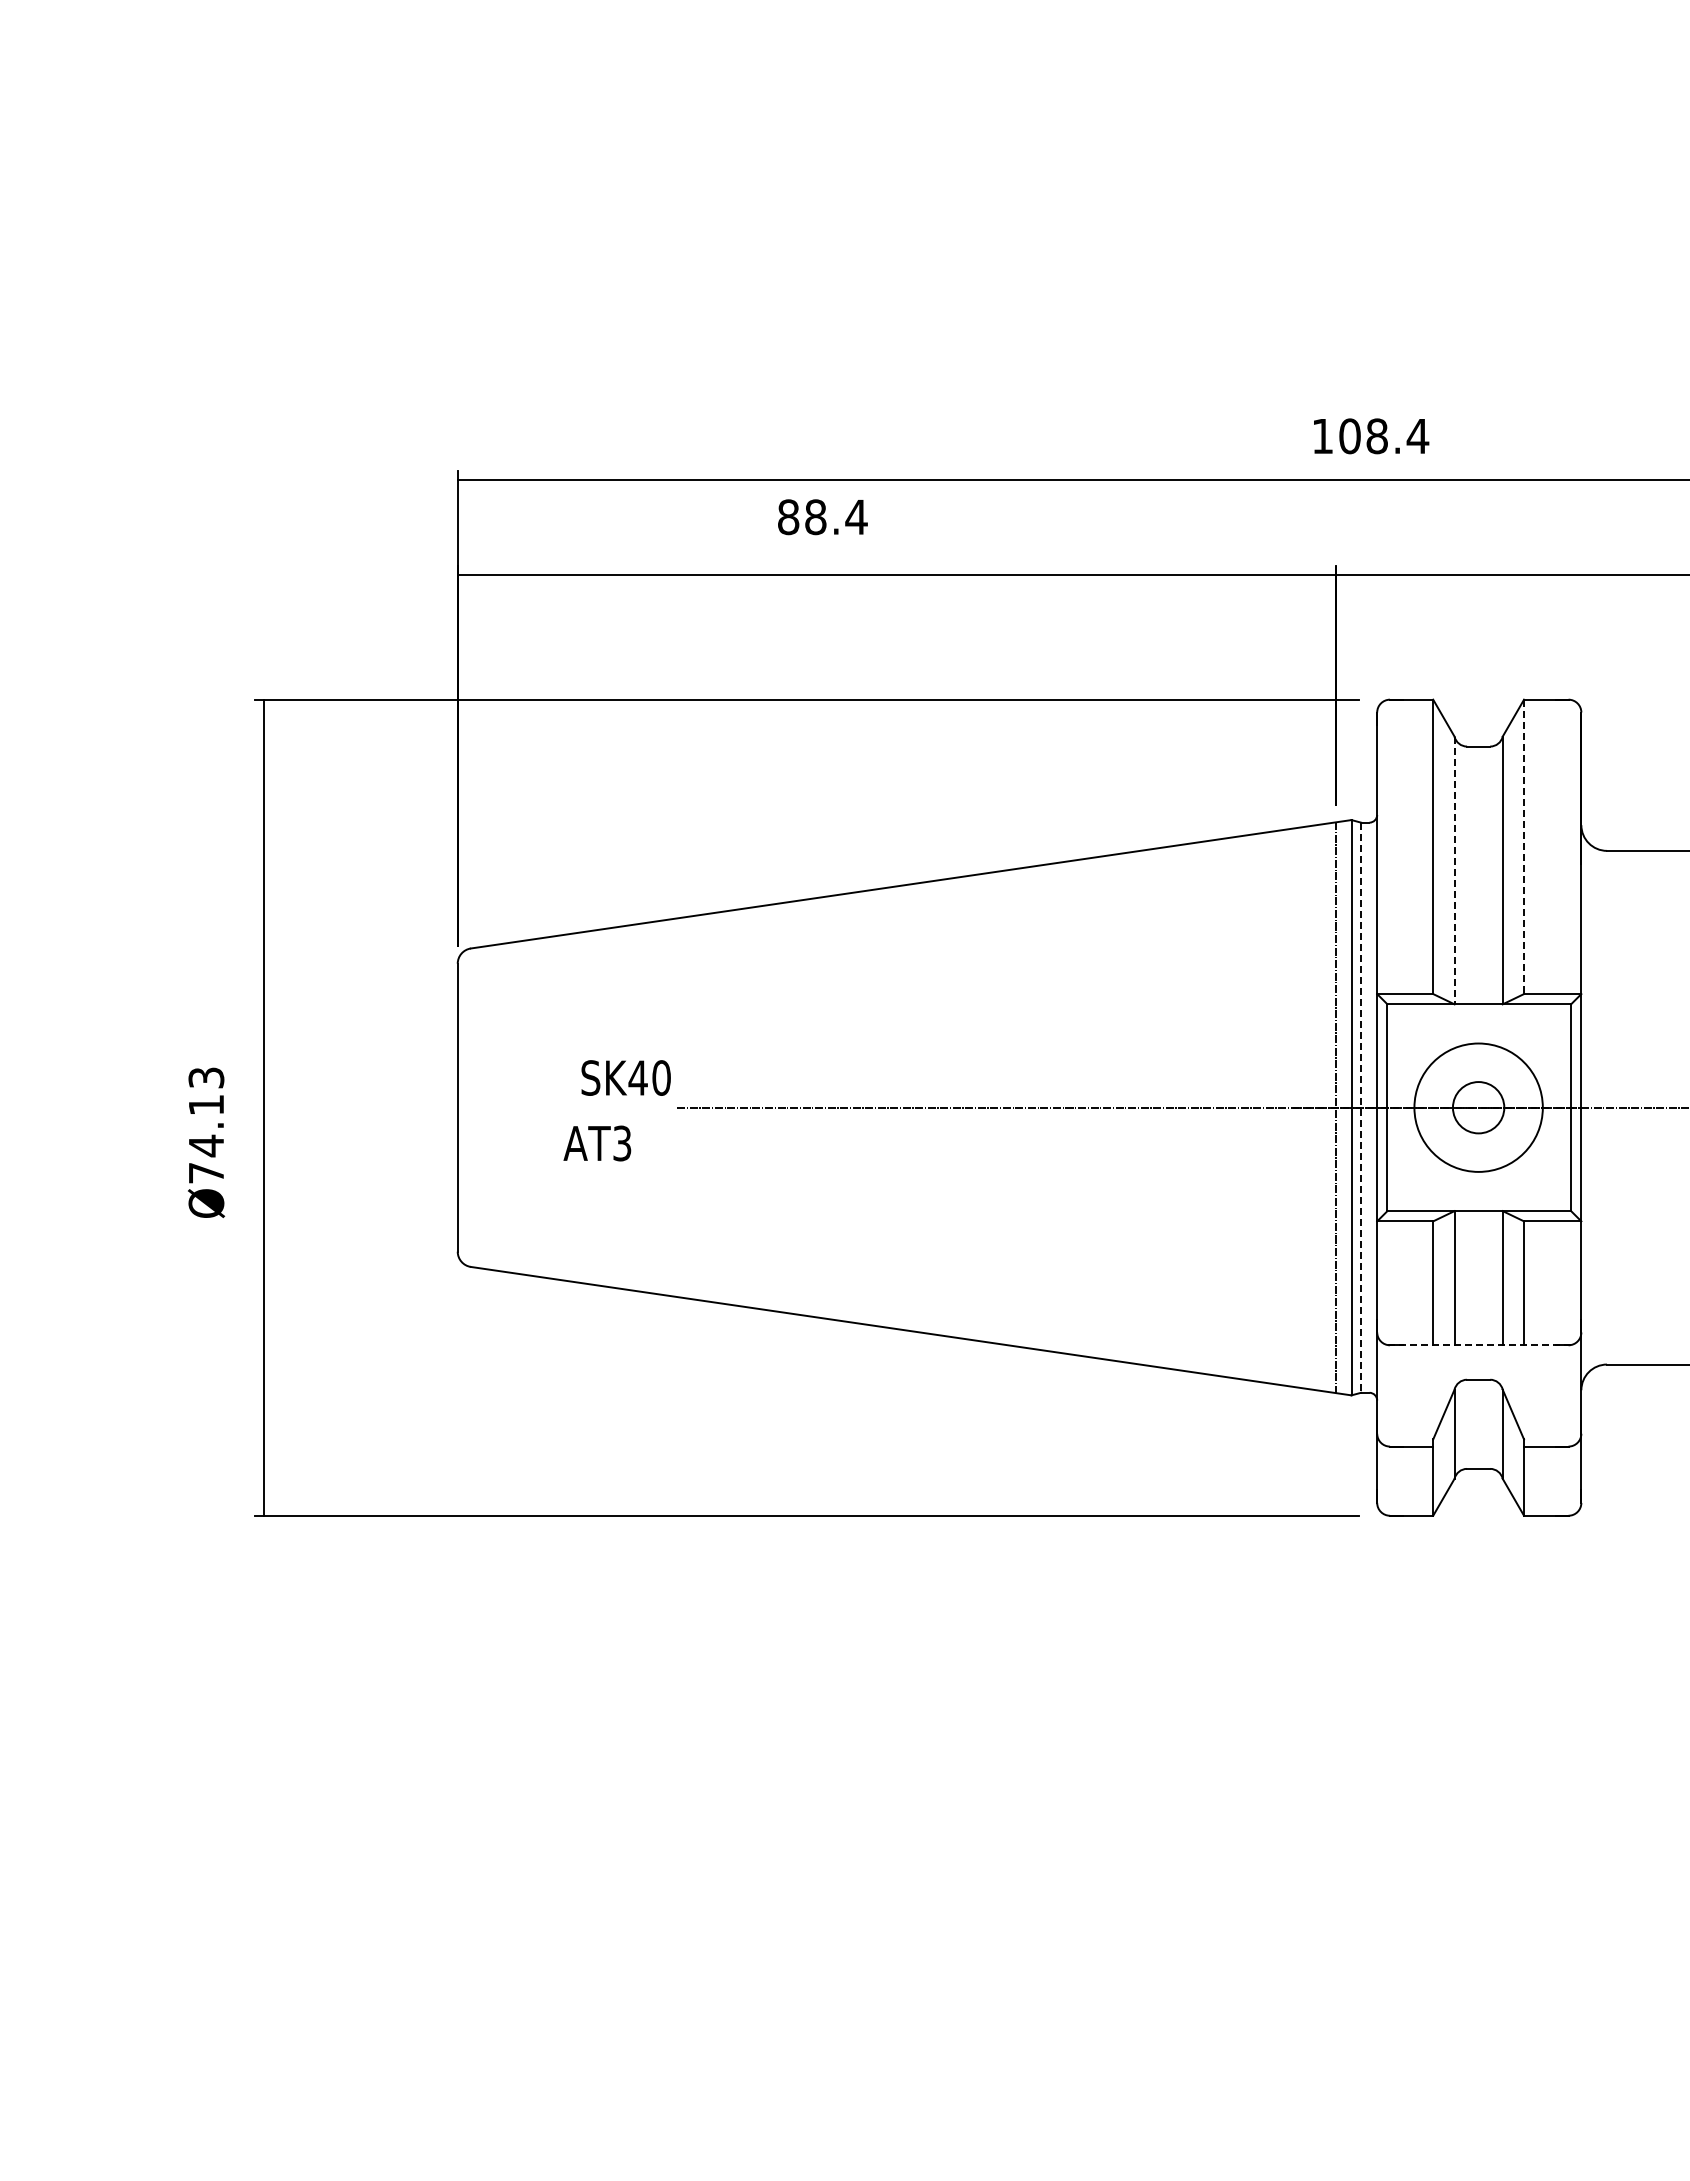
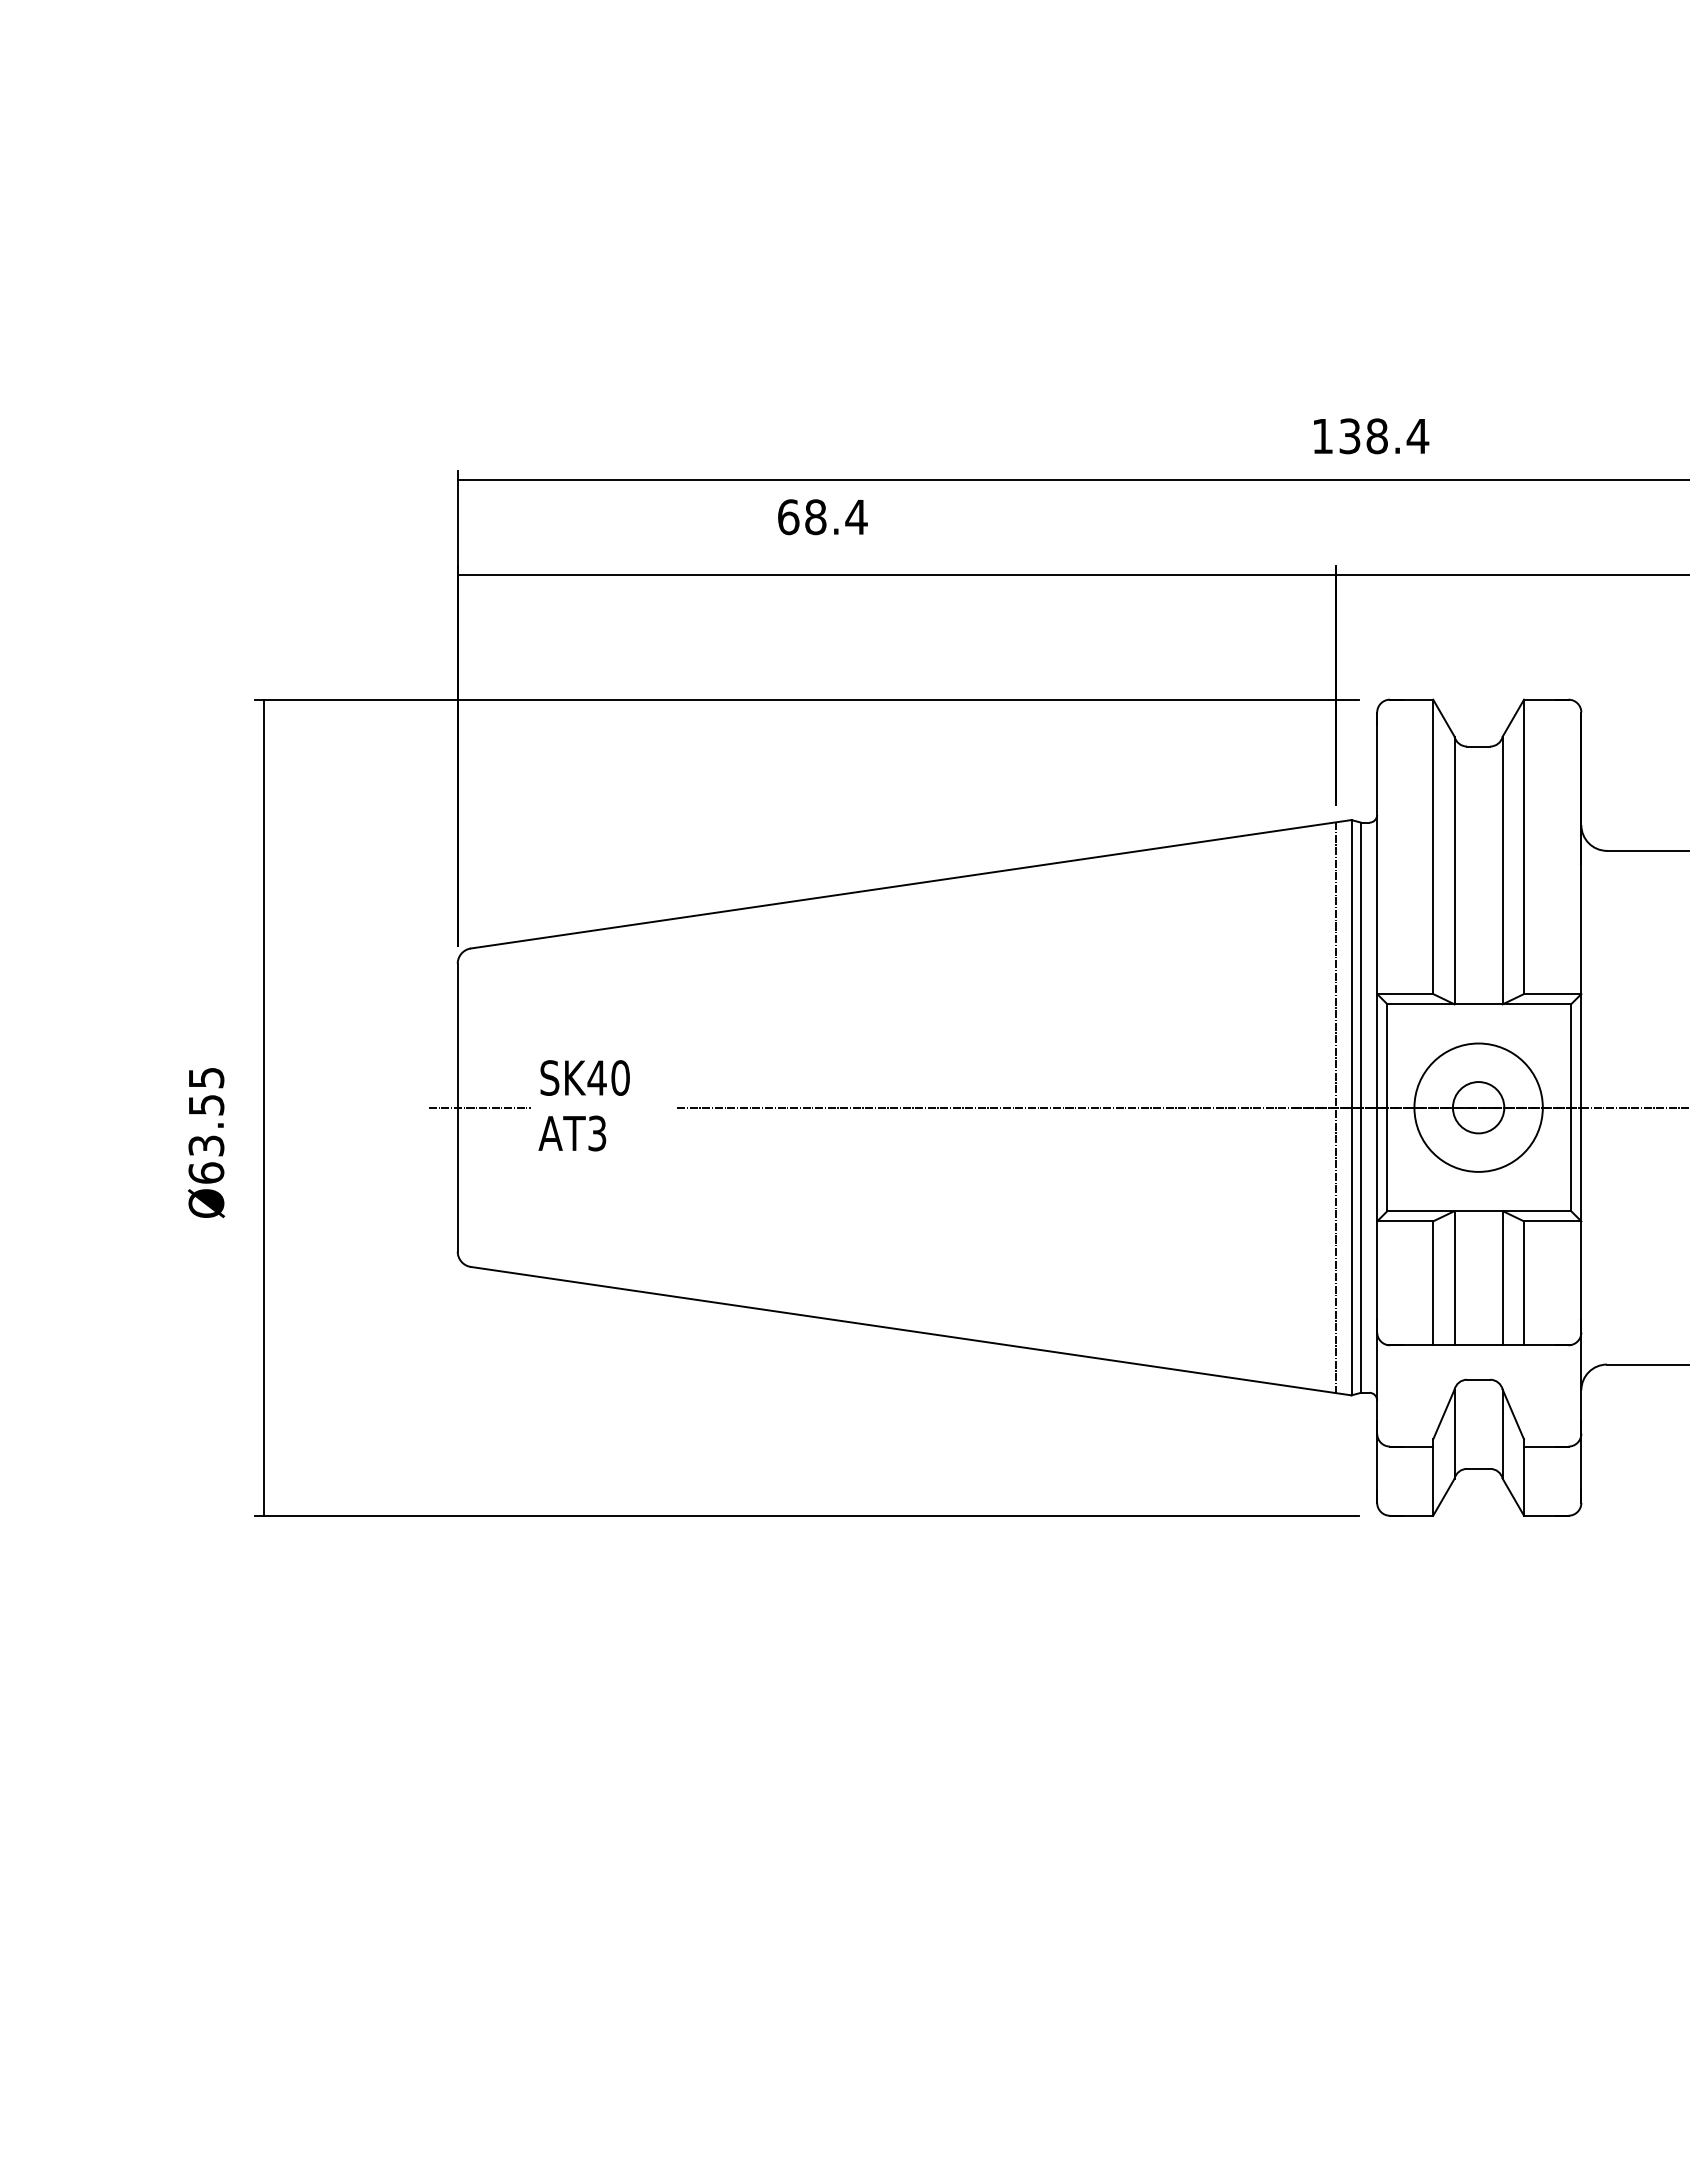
text at (1349, 436): 108.4 -> 138.4
text at (788, 516): 88.4 -> 68.4
line at (1524, 847): dashed -> solid
line at (1454, 870): dashed -> solid
text at (625, 1077) position: (625, 1077) -> (584, 1077)
line at (479, 1107): none -> present
line at (1361, 1108): dashed -> solid
text at (206, 1125): Ø74.13 -> Ø63.55
text at (597, 1143) position: (597, 1143) -> (572, 1133)
line at (1479, 1345): dashed -> solid
